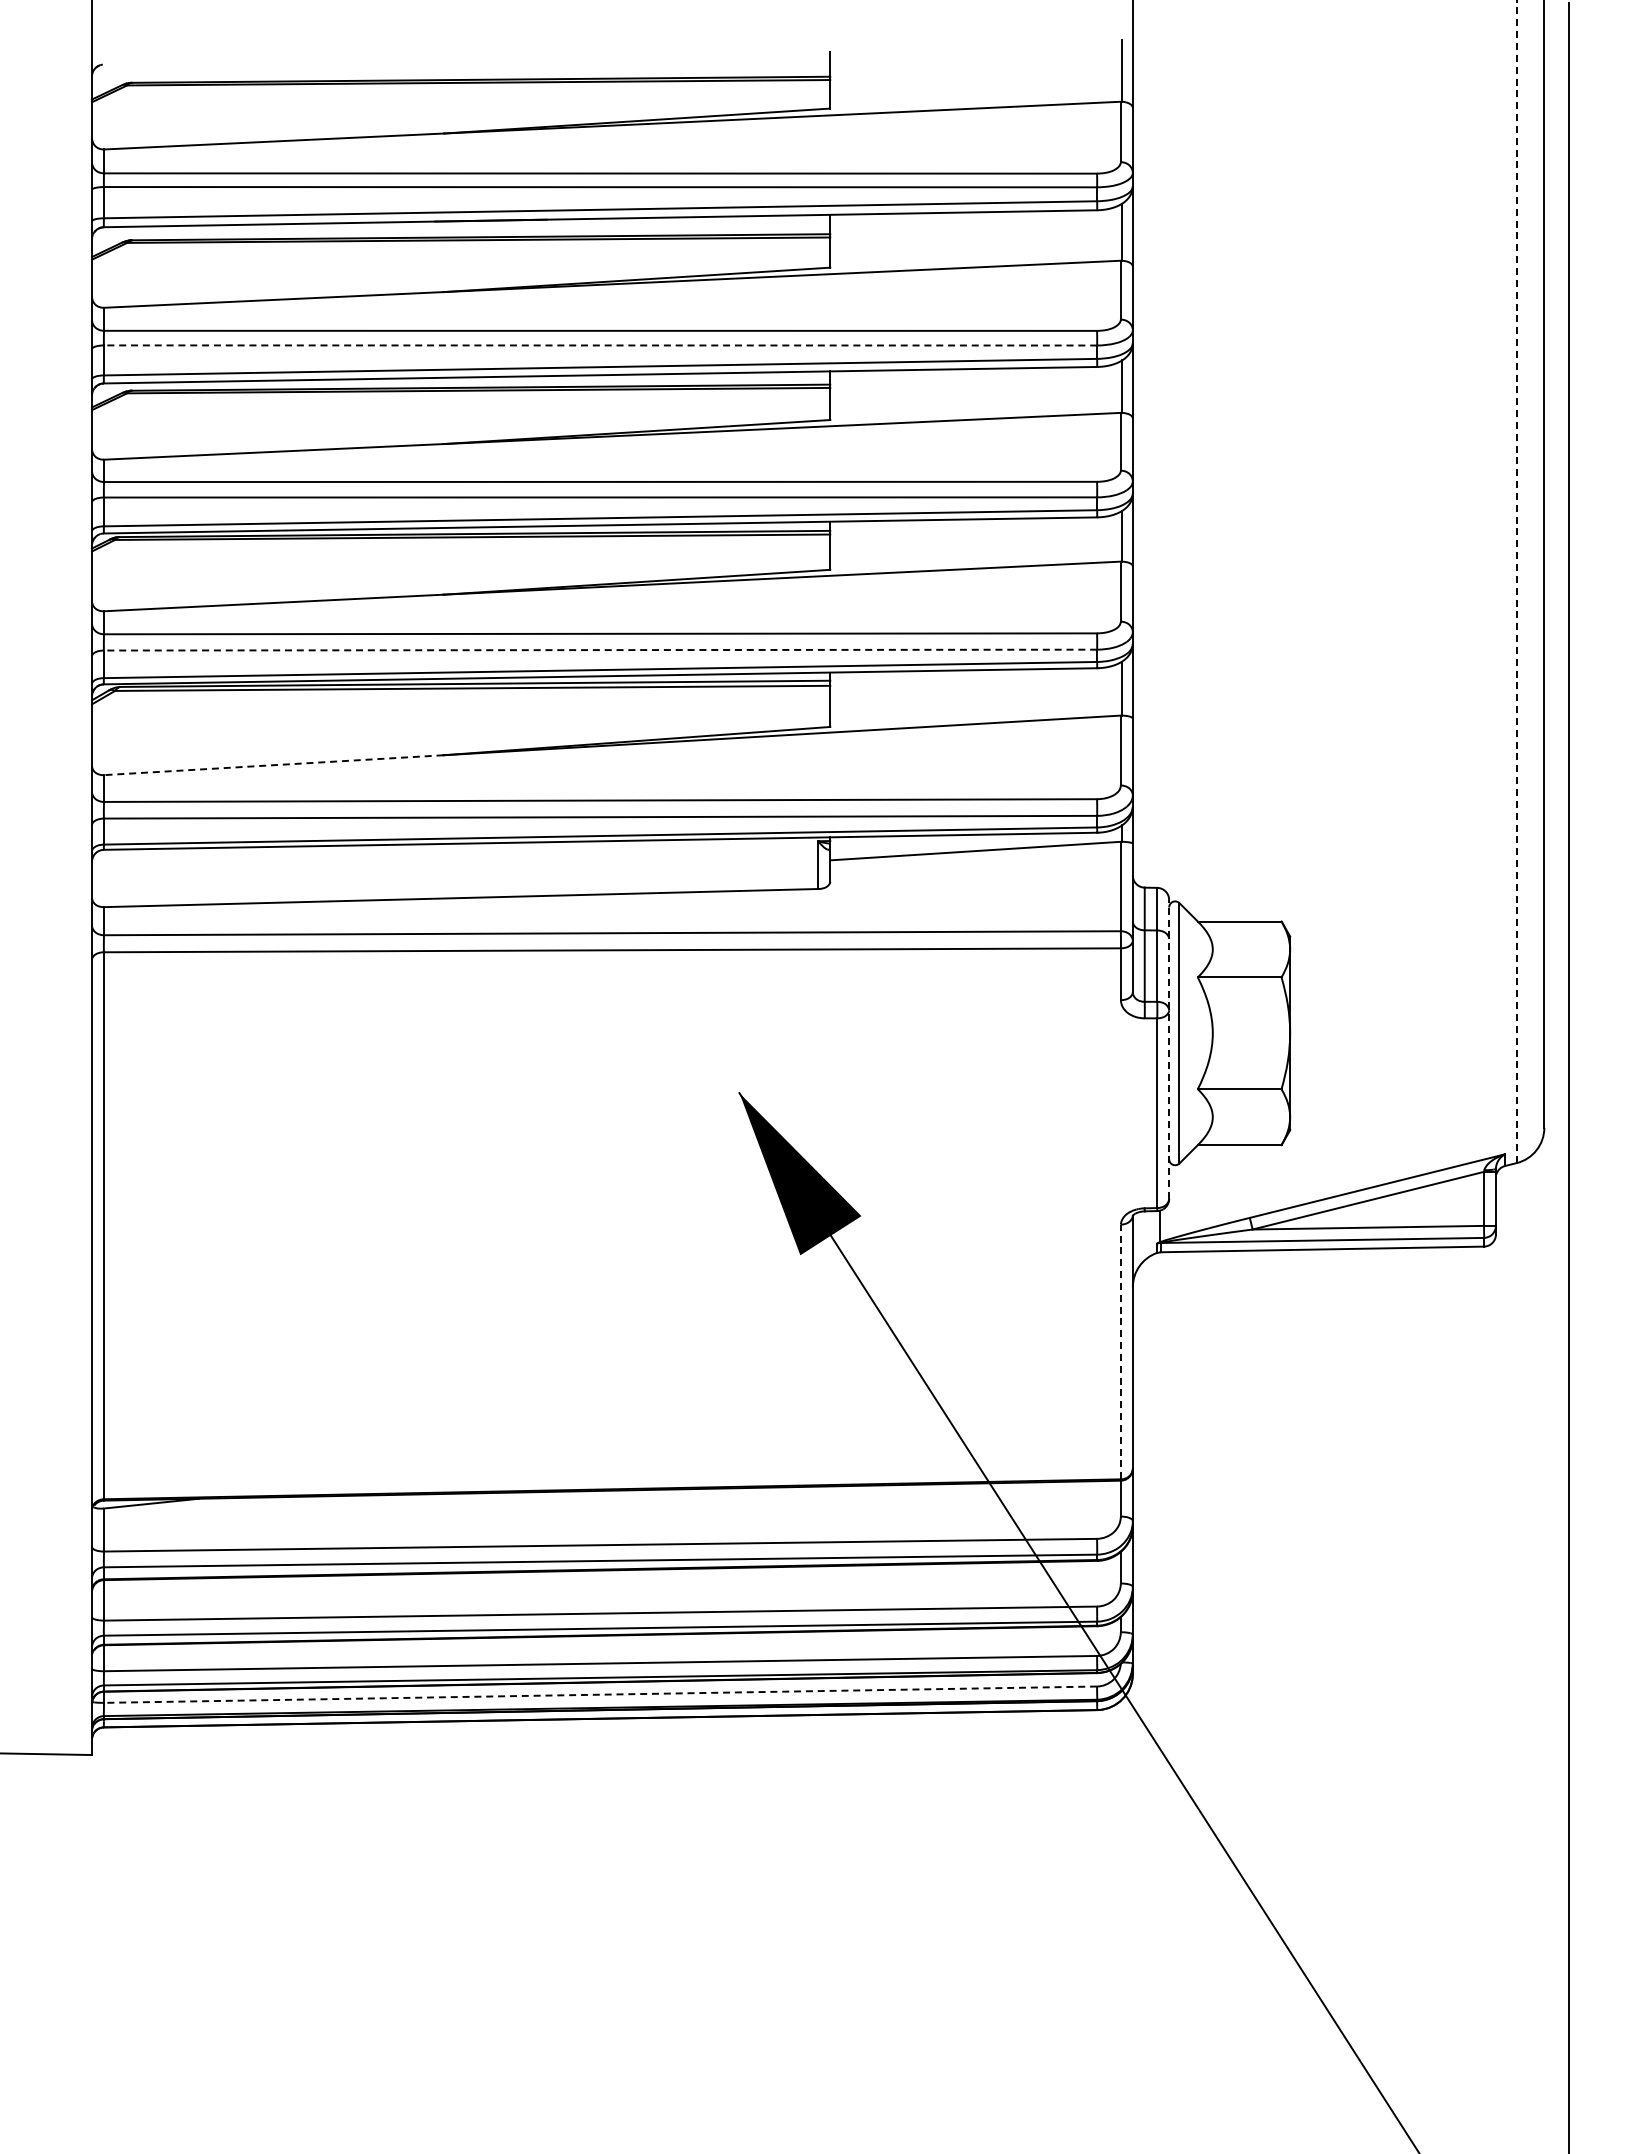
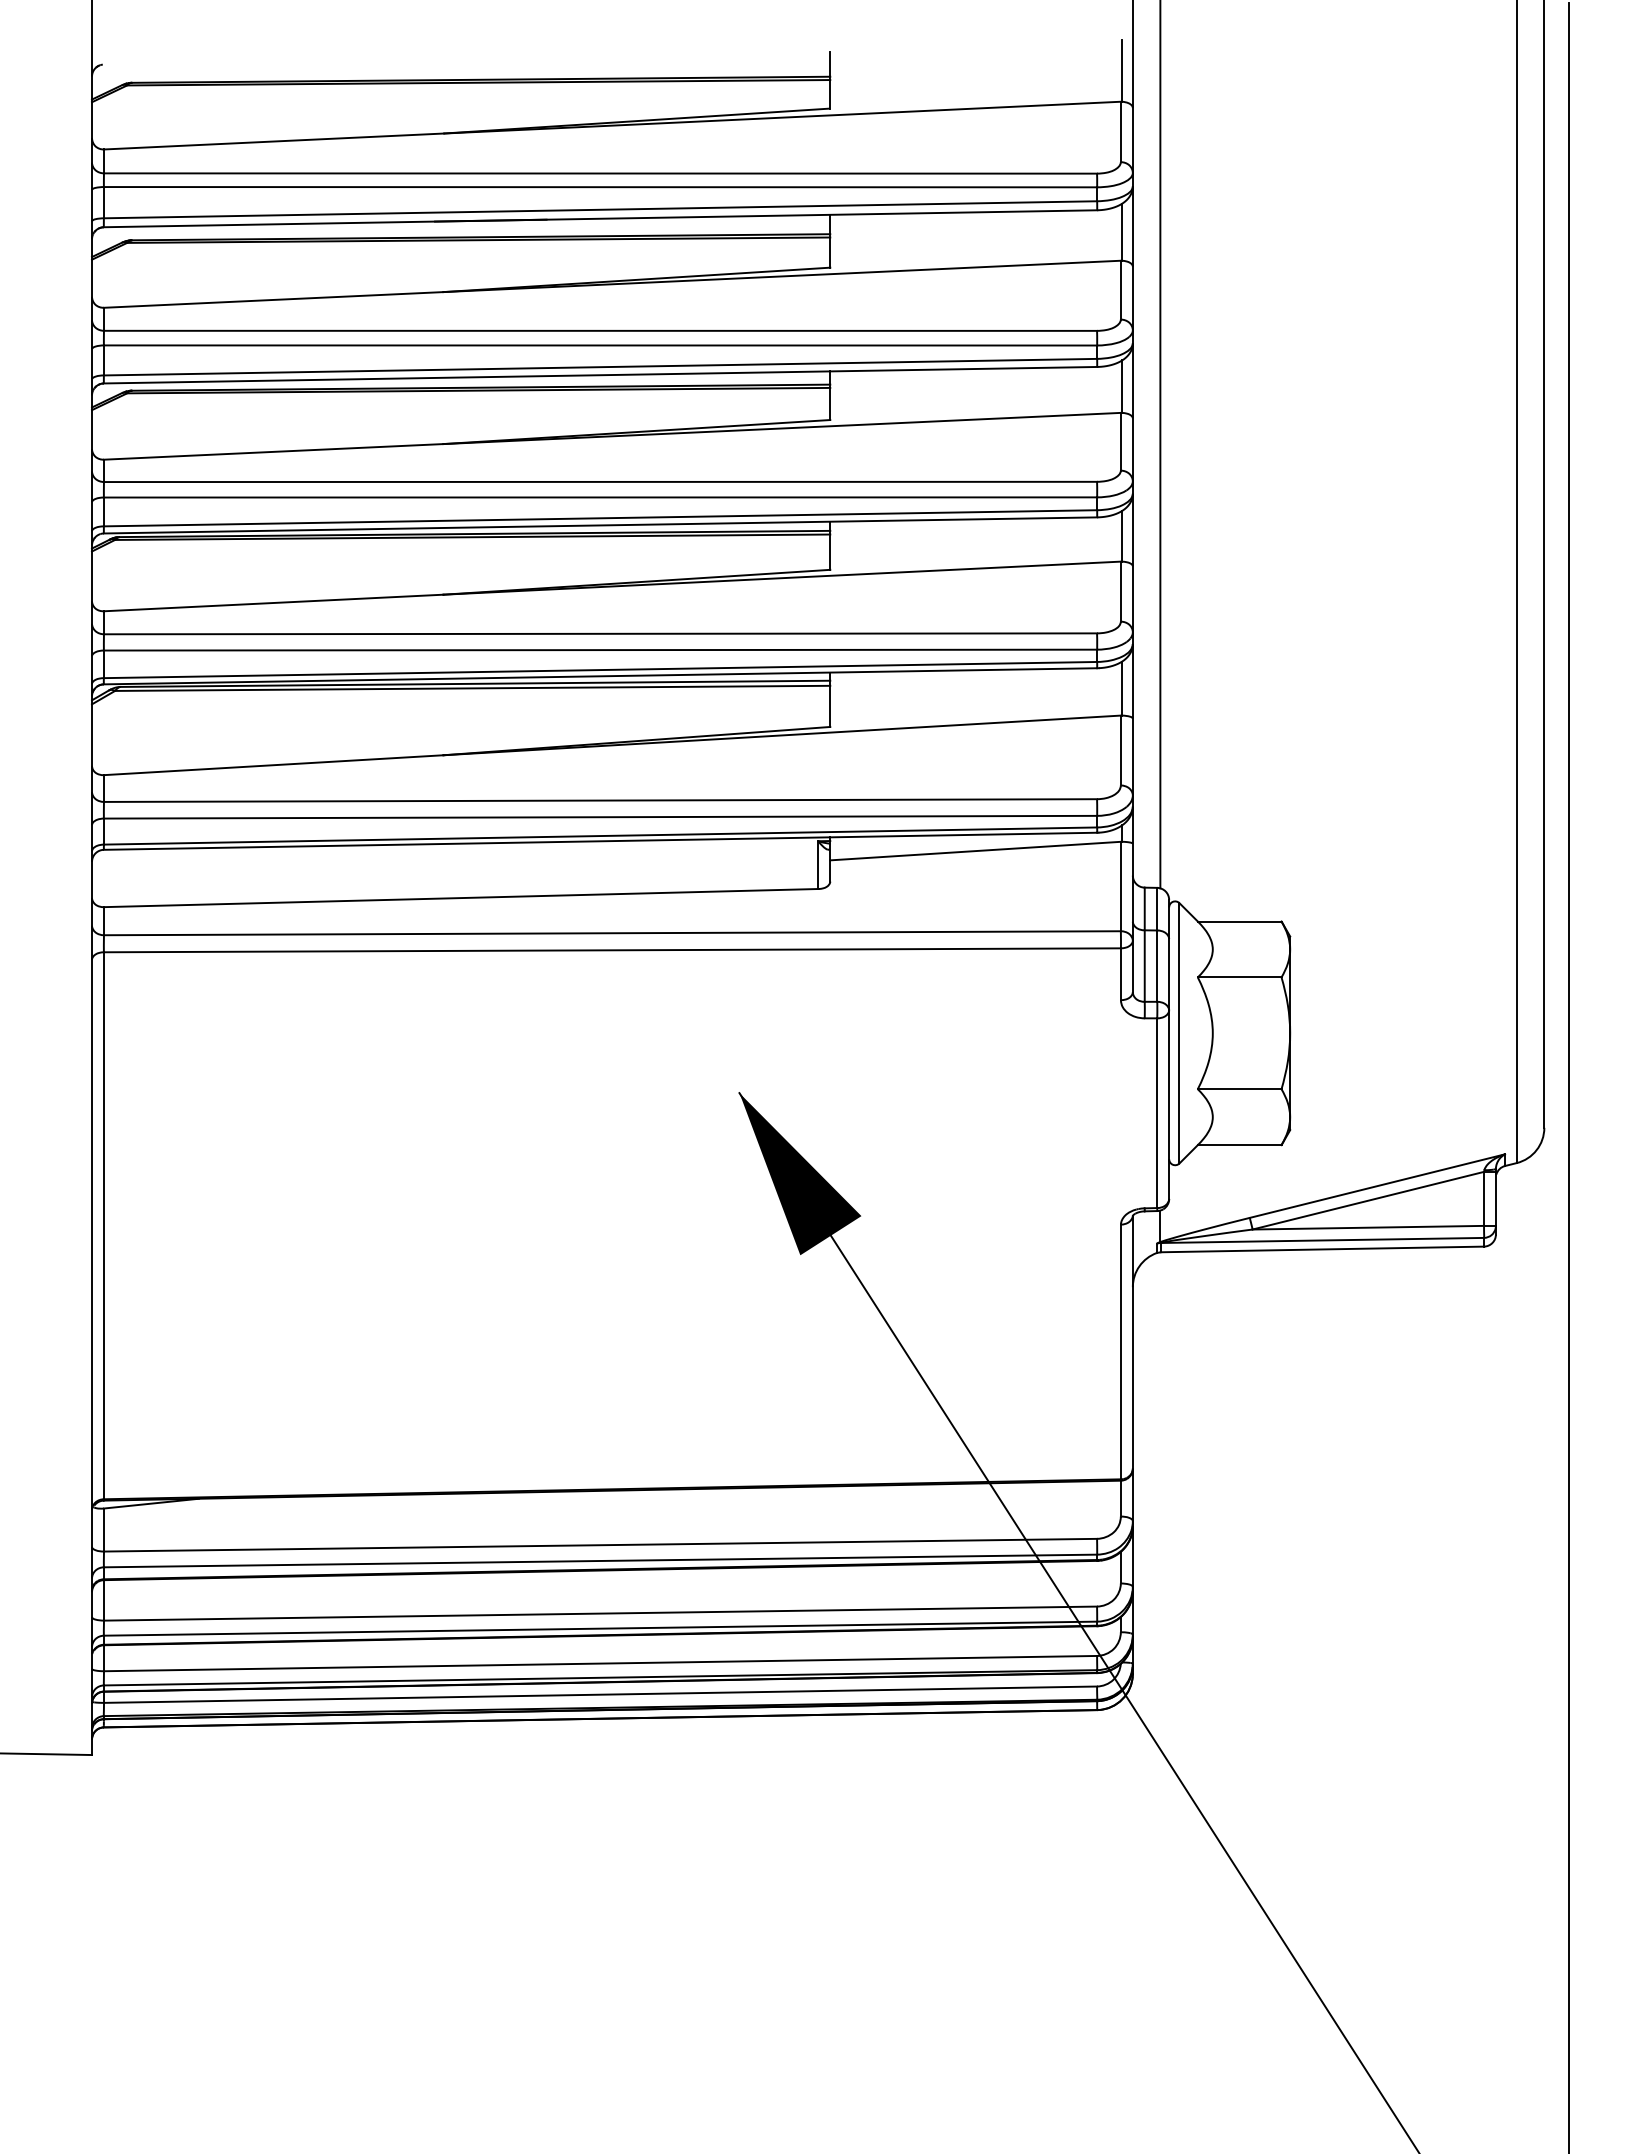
line at (600, 345): dashed -> solid
line at (1160, 445): none -> present
line at (1516, 581): dashed -> solid
line at (600, 650): dashed -> solid
line at (273, 765): dashed -> solid
line at (1169, 1048): dashed -> solid
line at (1120, 1351): dashed -> solid
line at (600, 1694): dashed -> solid
